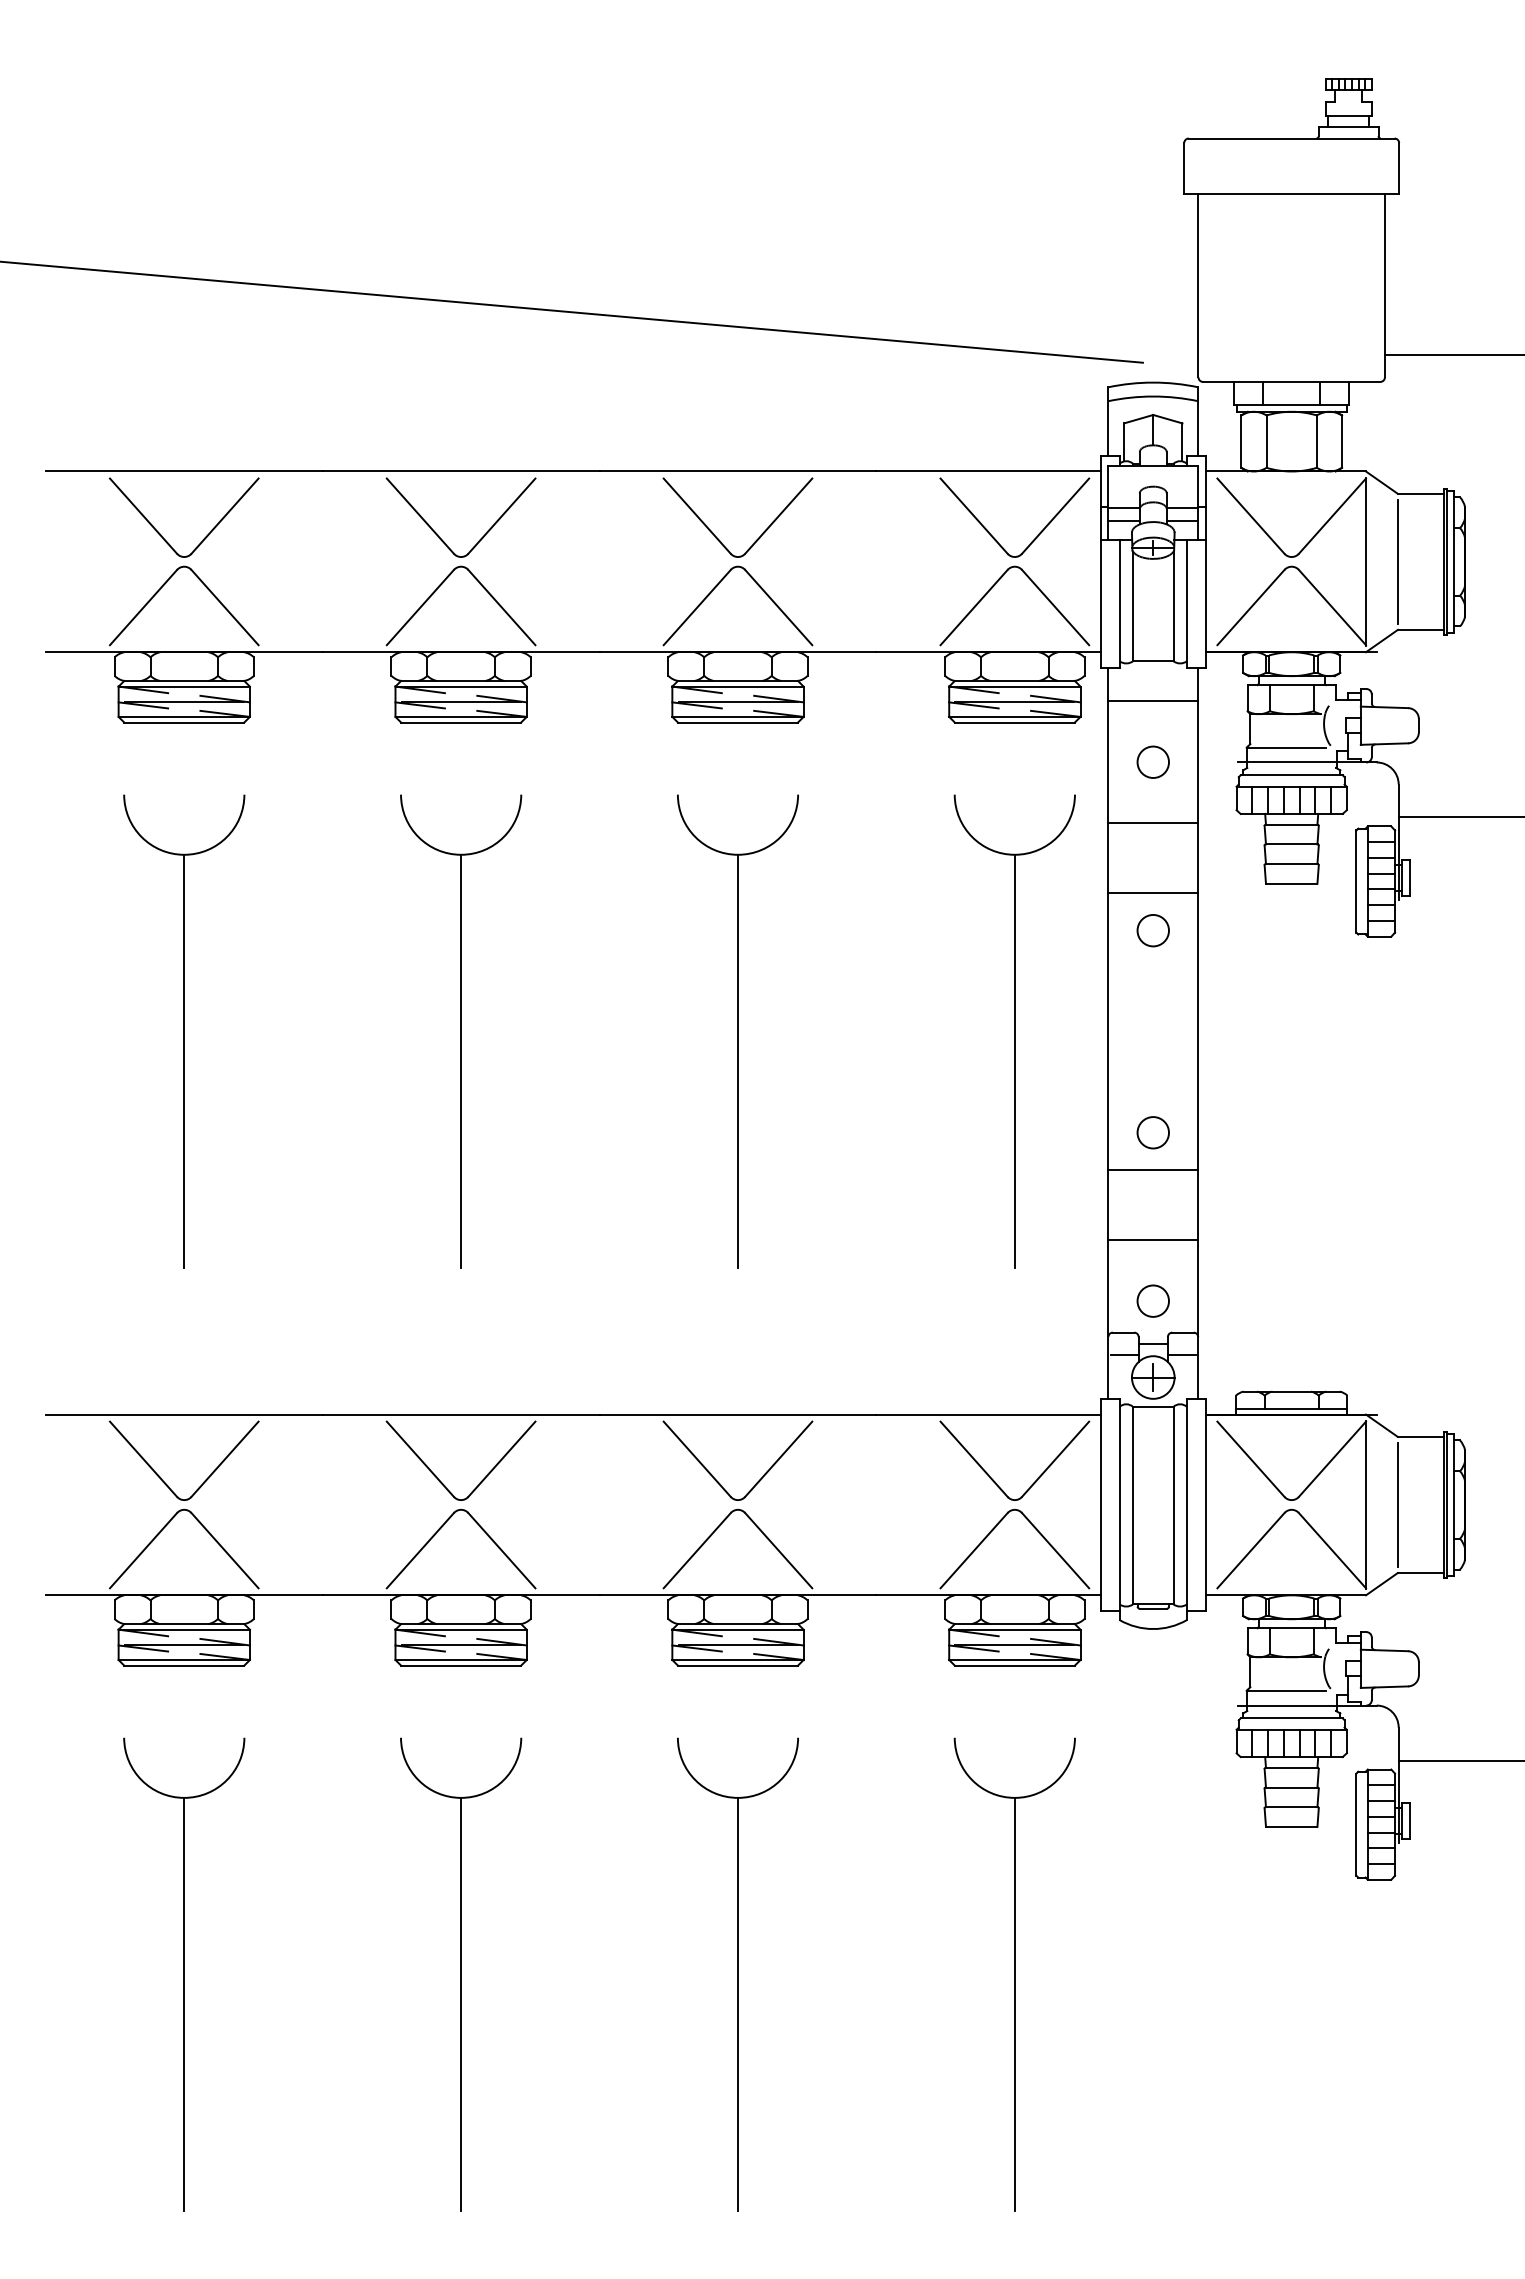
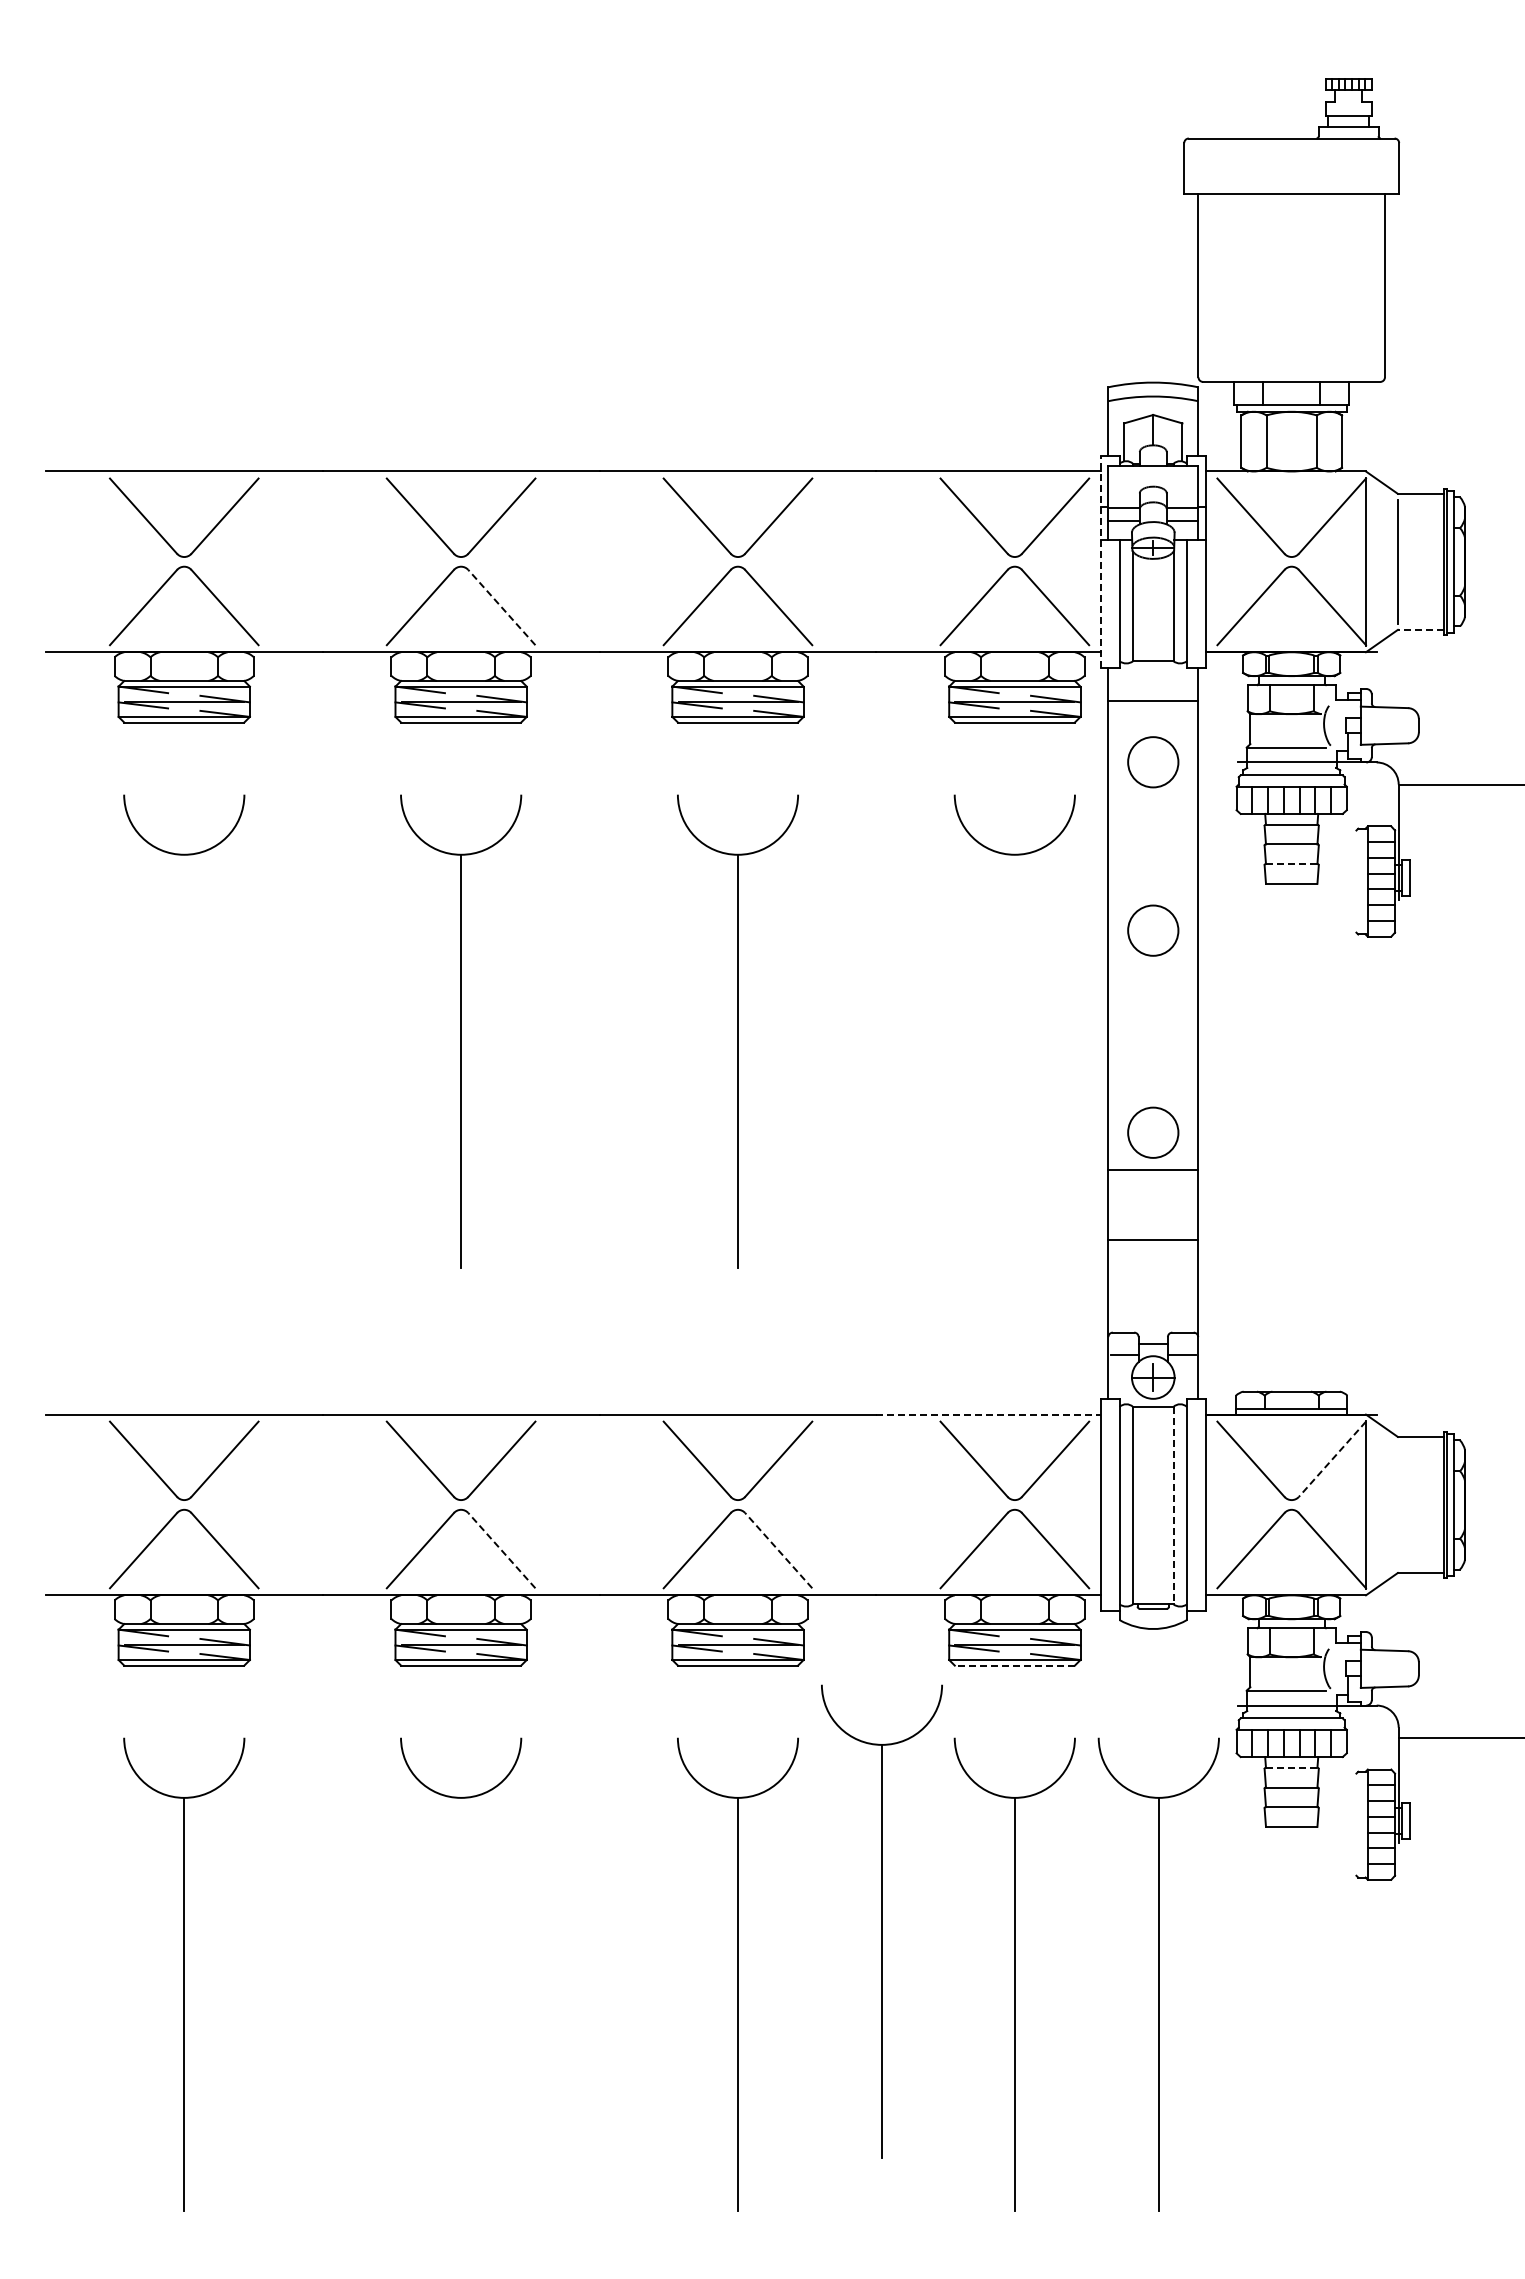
line at (572, 311): present -> none
line at (1452, 355): present -> none
line at (1100, 561): solid -> dashed
line at (501, 607): solid -> dashed
line at (1420, 629): solid -> dashed
circle at (1153, 761) diameter: 31 px -> 50 px
line at (1459, 817) position: (1459, 817) -> (1459, 785)
line at (1153, 823): present -> none
line at (1292, 864): solid -> dashed
line at (1356, 881): present -> none
line at (1153, 893): present -> none
circle at (1153, 930) diameter: 31 px -> 50 px
line at (184, 1060): present -> none
line at (1014, 1060): present -> none
circle at (1153, 1132) diameter: 31 px -> 50 px
circle at (1152, 1300): present -> none
line at (988, 1414): solid -> dashed
line at (1332, 1459): solid -> dashed
line at (1397, 1504): present -> none
line at (1173, 1505): solid -> dashed
line at (501, 1550): solid -> dashed
line at (778, 1550): solid -> dashed
line at (1014, 1665): solid -> dashed
line at (1459, 1760) position: (1459, 1760) -> (1459, 1737)
line at (1292, 1767): solid -> dashed
line at (1356, 1824): present -> none
part at (881, 1921): none -> present
part at (1158, 1974): none -> present
line at (461, 2003): present -> none
